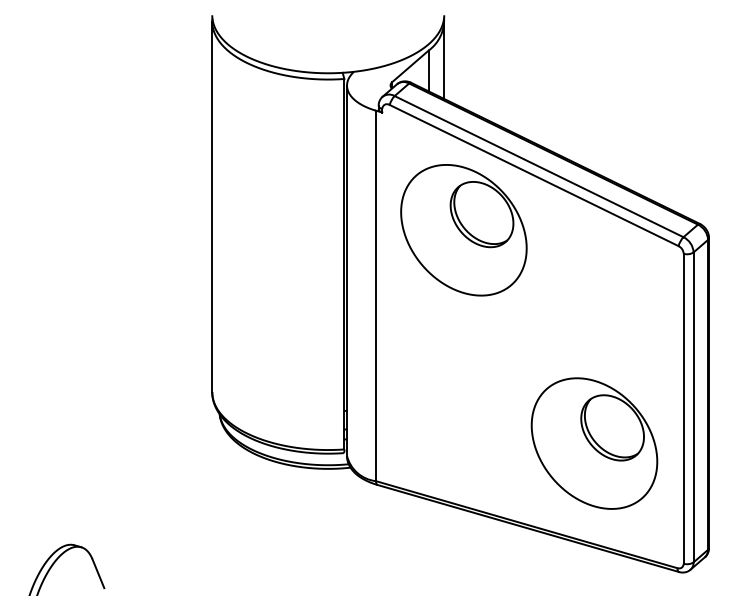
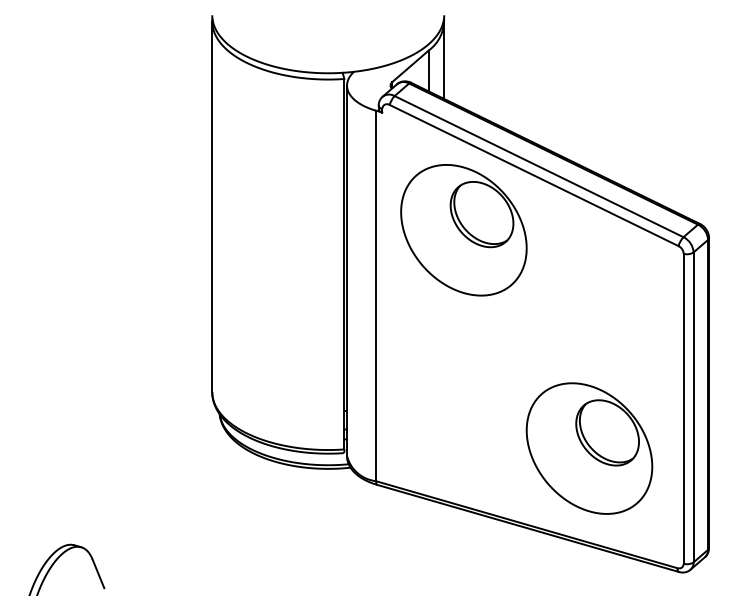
part at (594, 443) position: (594, 443) -> (589, 448)
